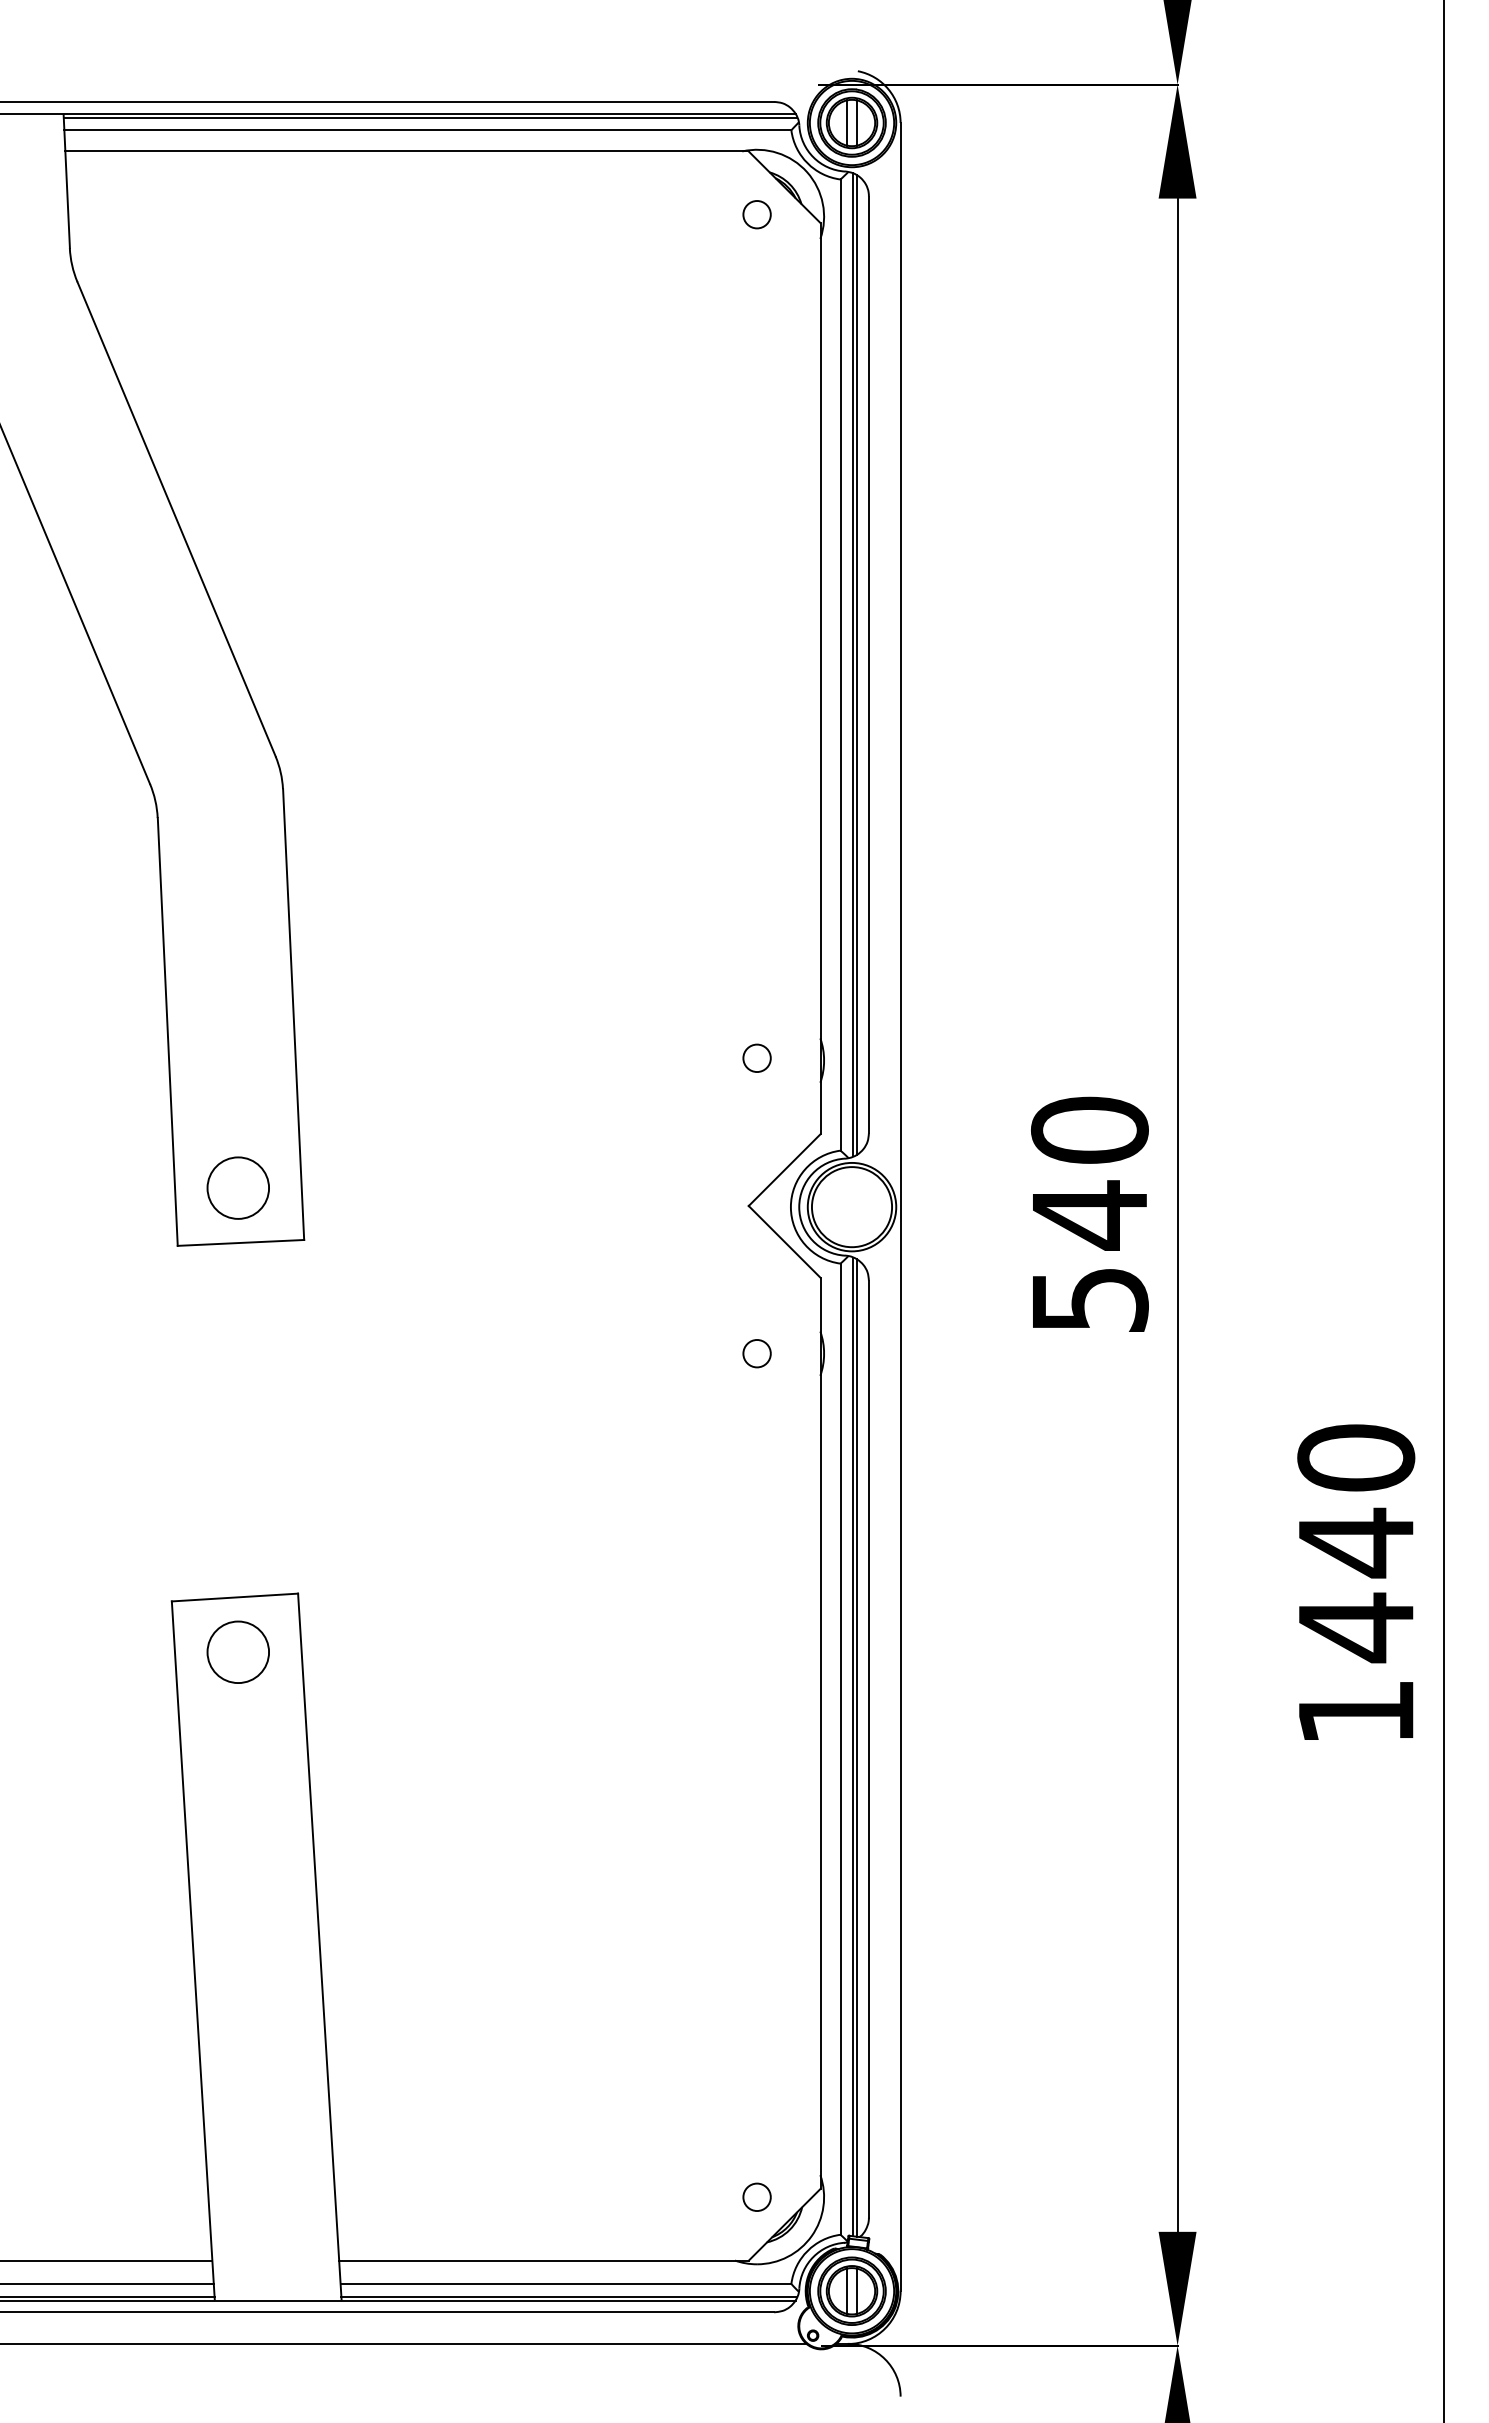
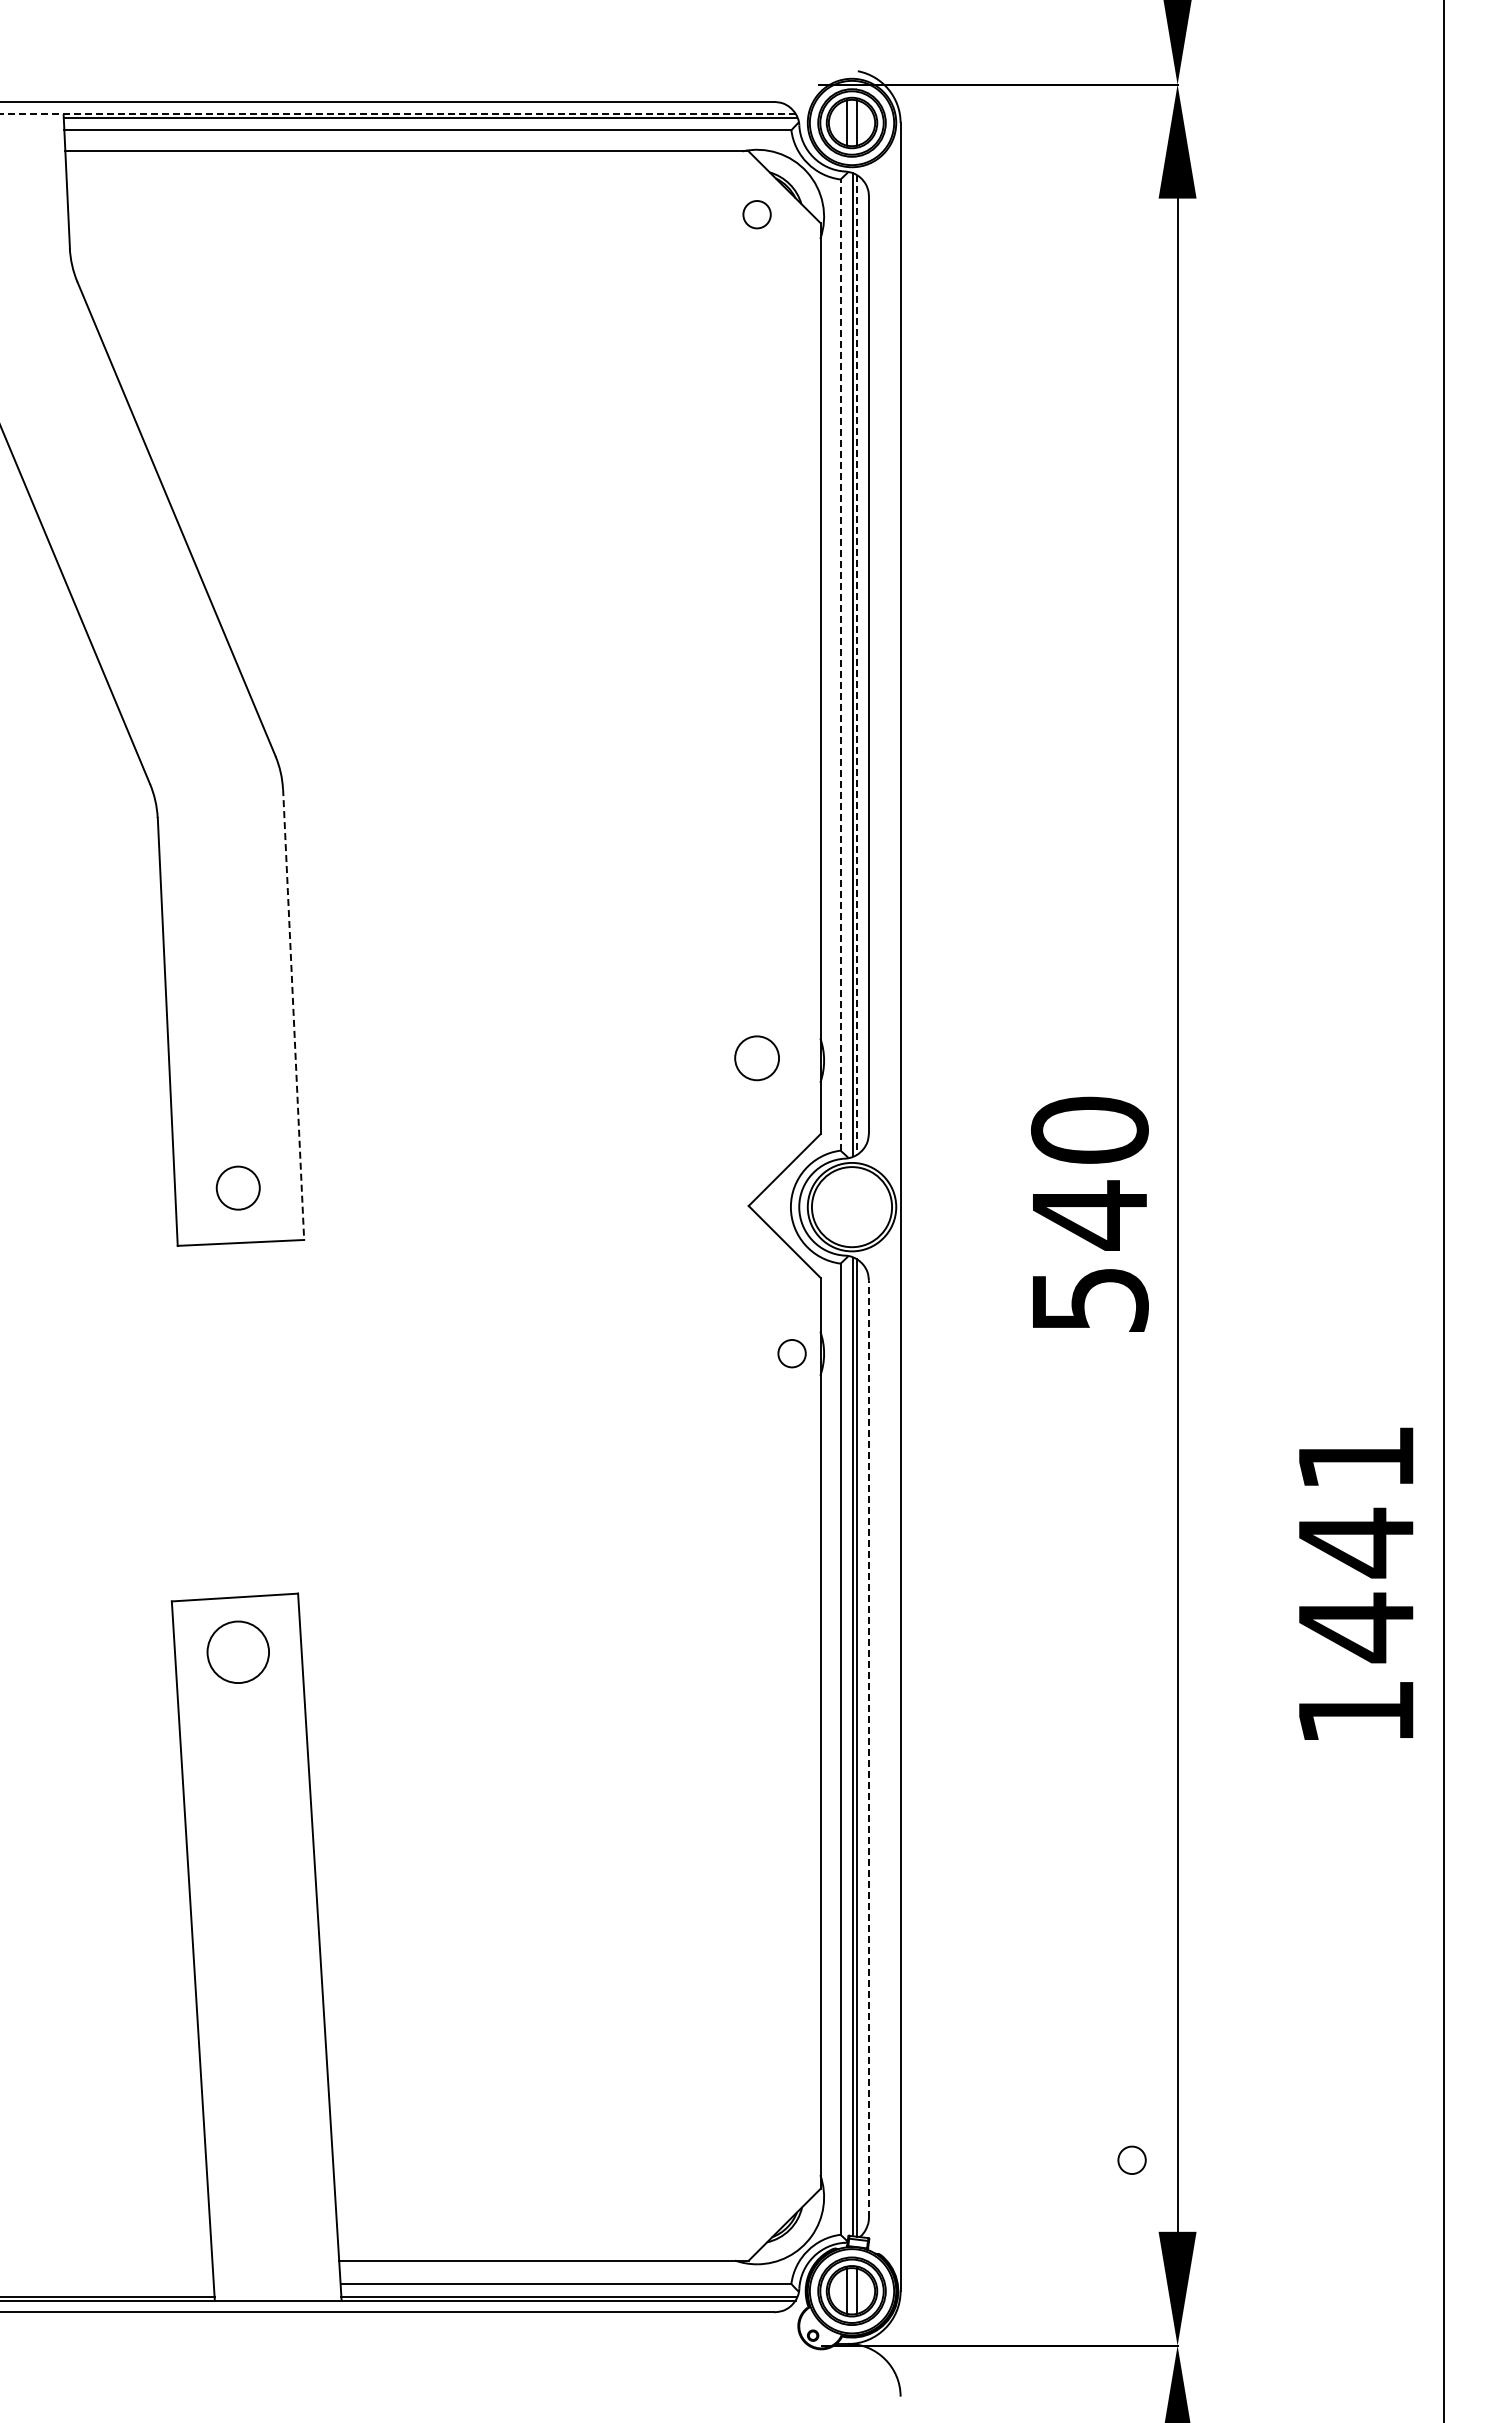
line at (397, 113): solid -> dashed
line at (840, 665): solid -> dashed
line at (857, 665): solid -> dashed
line at (293, 1014): solid -> dashed
circle at (756, 1058) diameter: 27 px -> 44 px
circle at (238, 1187) diameter: 62 px -> 43 px
circle at (756, 1353) position: (756, 1353) -> (791, 1353)
text at (1356, 1457): 1440 -> 1441
line at (868, 1748): solid -> dashed
circle at (756, 2196) position: (756, 2196) -> (1131, 2159)
line at (107, 2260): present -> none
line at (107, 2284): present -> none
line at (404, 2344): present -> none
